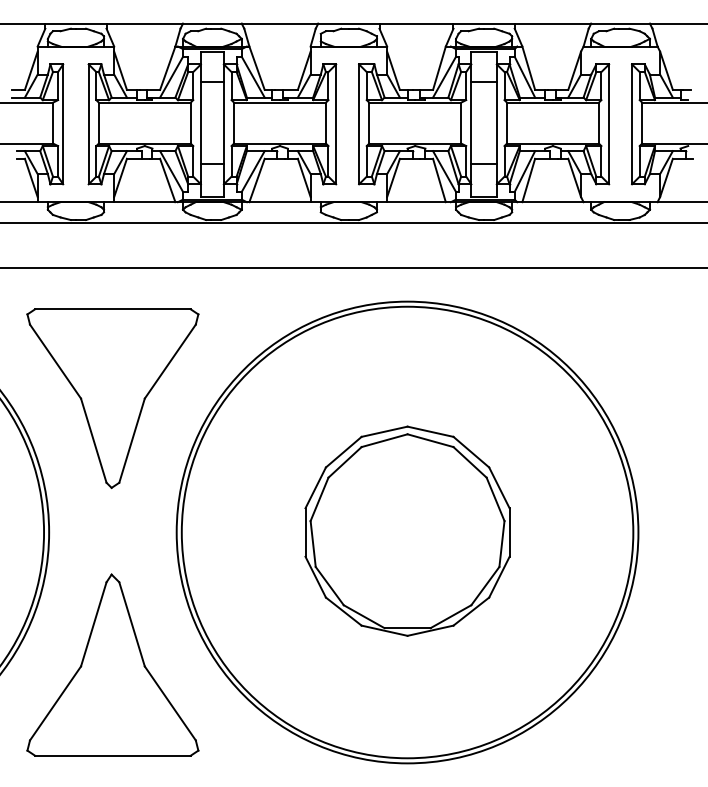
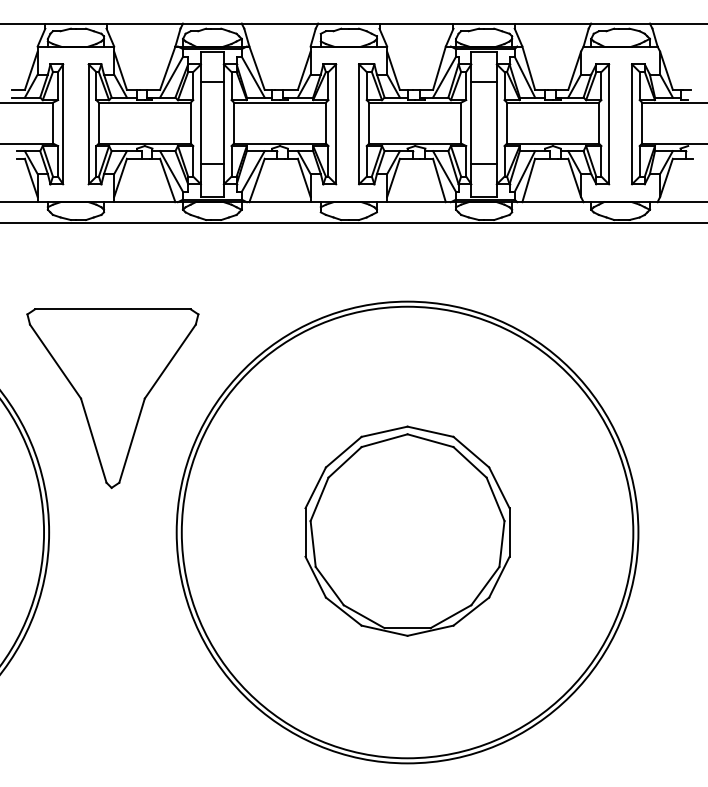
line at (353, 268): present -> none
part at (112, 664): present -> none
